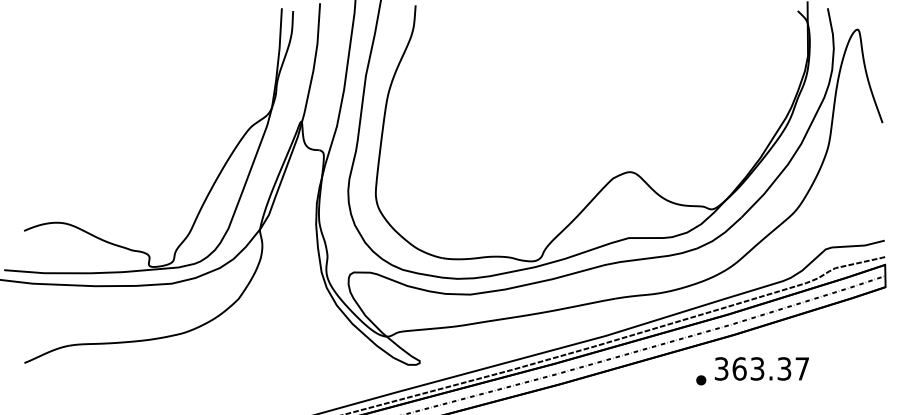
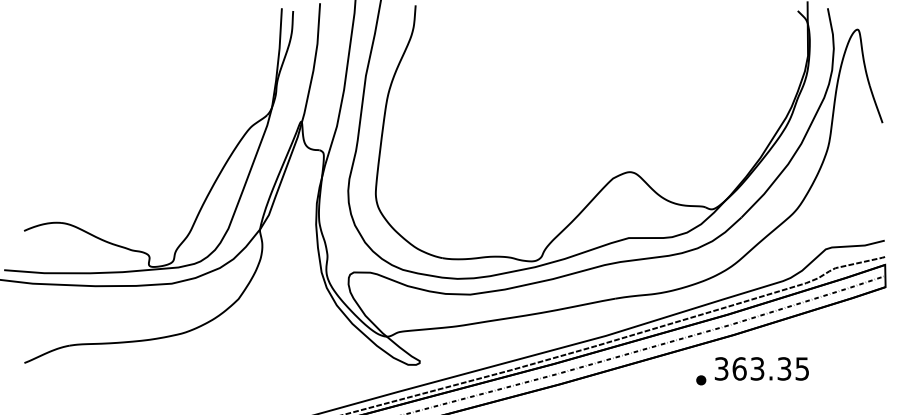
text at (801, 368): 363.37 -> 363.35
